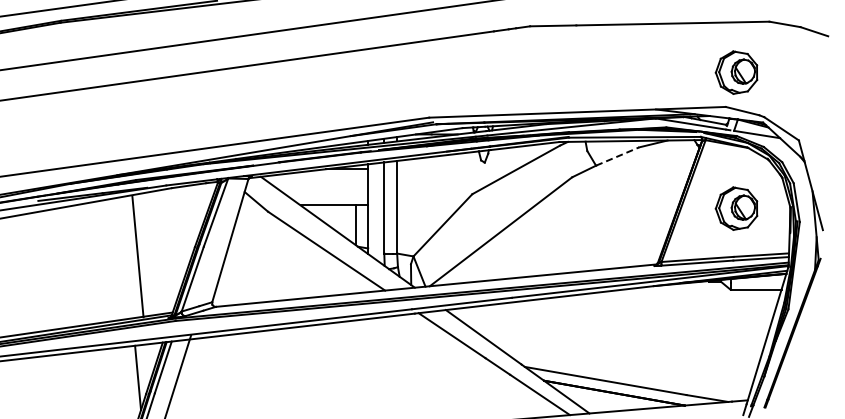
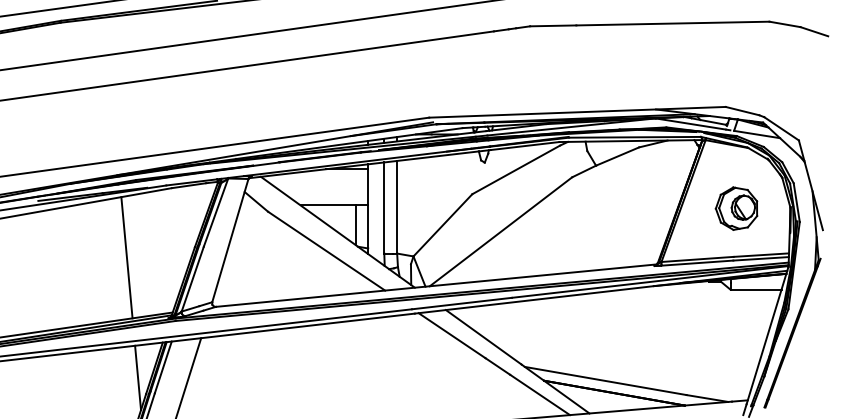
part at (736, 72): present -> none
line at (618, 156): dashed -> solid
line at (137, 256) position: (137, 256) -> (126, 257)
line at (178, 375) position: (178, 375) -> (188, 376)
